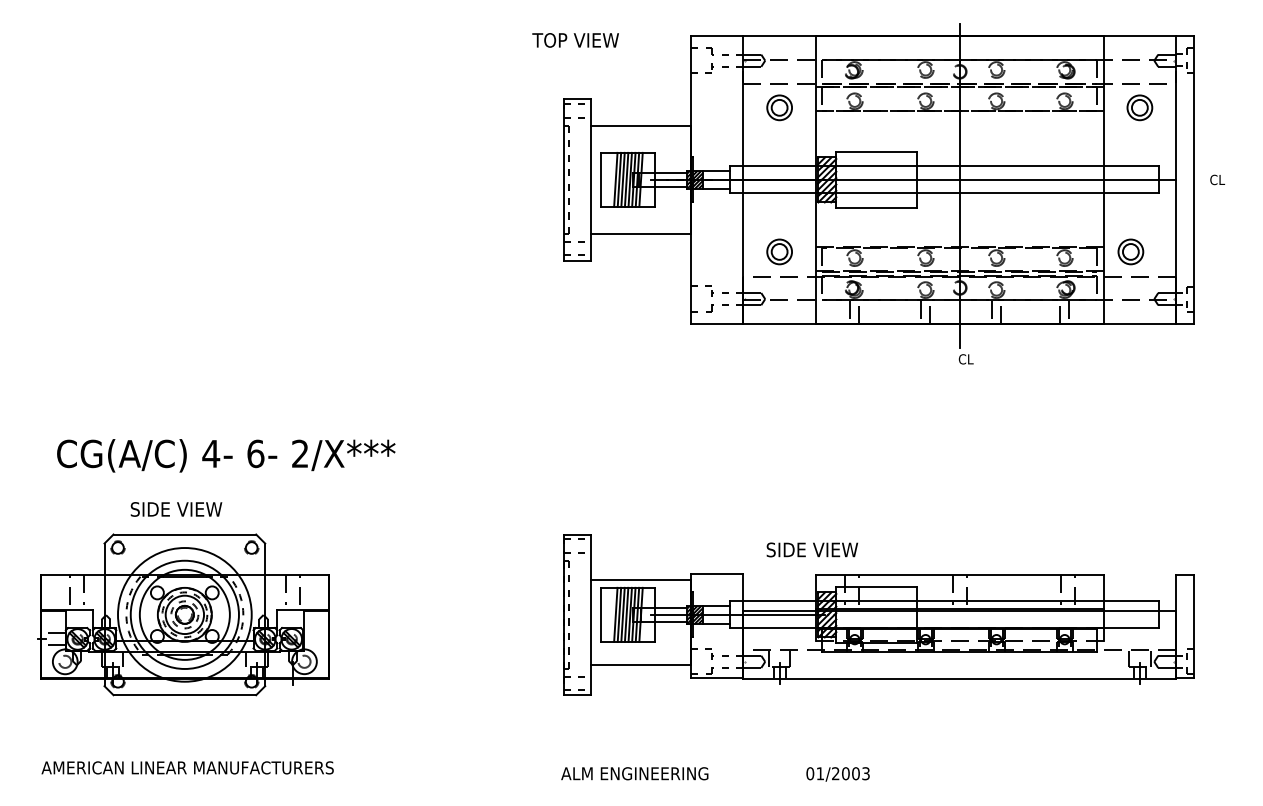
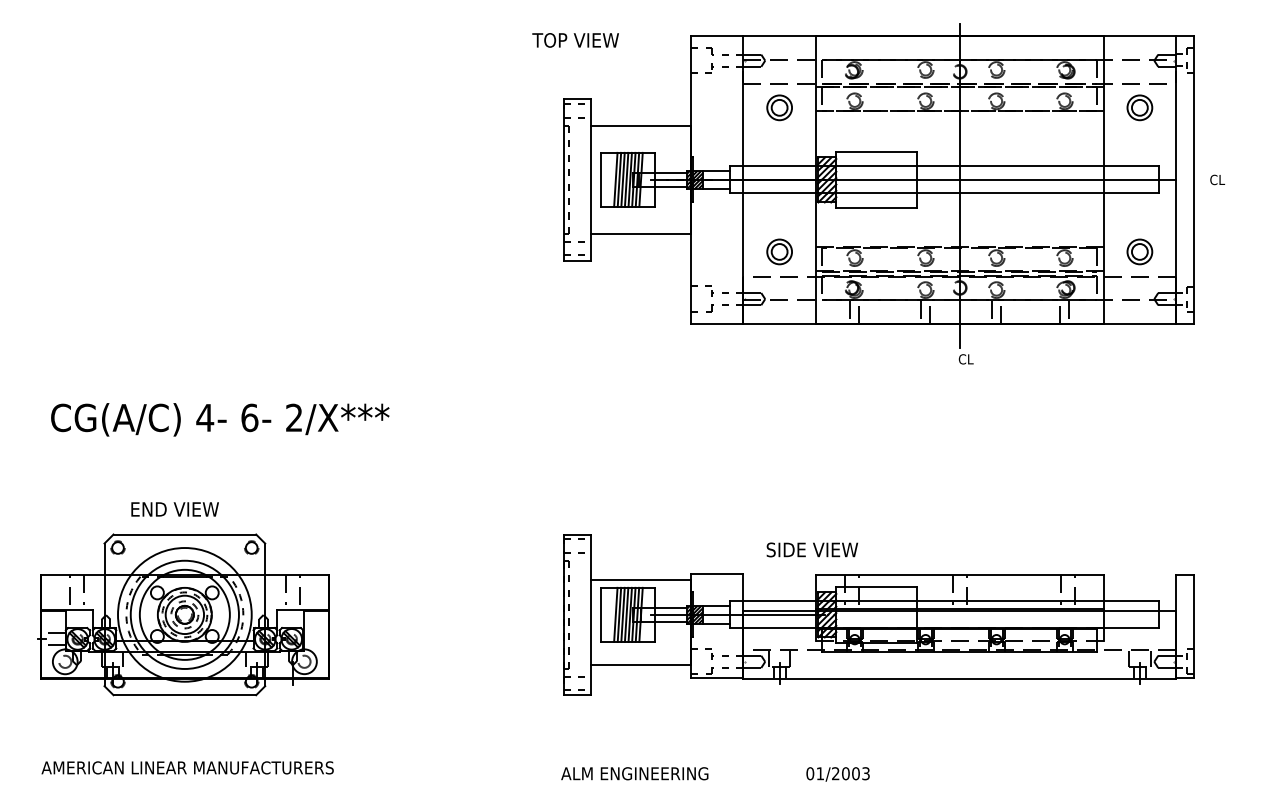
part at (1130, 251) position: (1130, 251) -> (1139, 251)
text at (226, 455) position: (226, 455) -> (220, 419)
text at (176, 509): SIDE VIEW -> END VIEW
